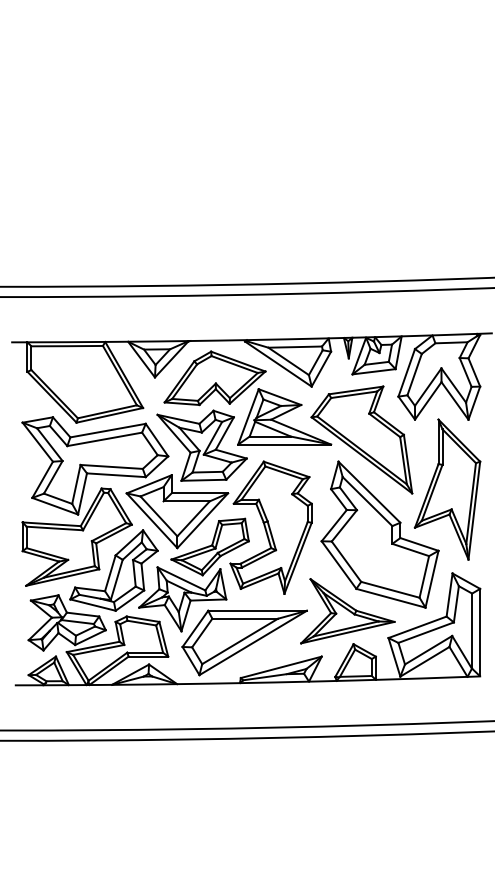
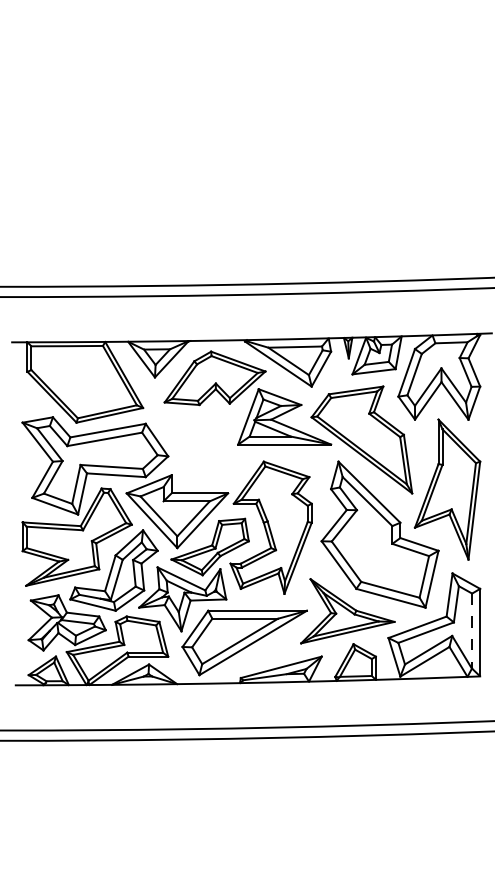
part at (201, 445): present -> none
line at (472, 631): solid -> dashed
